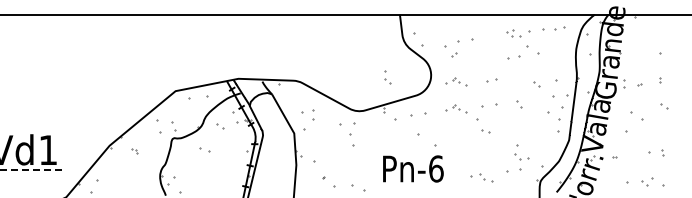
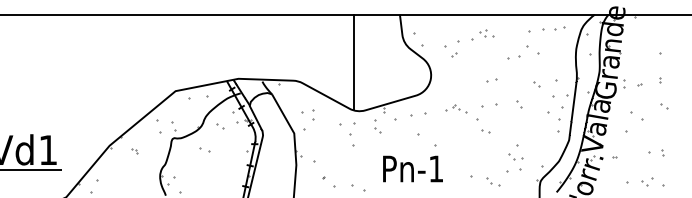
part at (513, 33) position: (513, 33) -> (486, 33)
line at (353, 62): none -> present
part at (387, 77) position: (387, 77) -> (377, 126)
part at (456, 81): present -> none
part at (521, 156) position: (521, 156) -> (515, 156)
text at (436, 168): Pn-6 -> Pn-1
line at (30, 170): dashed -> solid
part at (486, 177) position: (486, 177) -> (493, 181)
